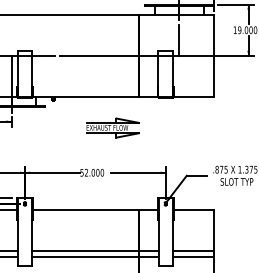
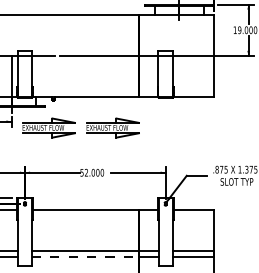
line at (179, 39): present -> none
part at (48, 127): none -> present
line at (85, 257): solid -> dashed
